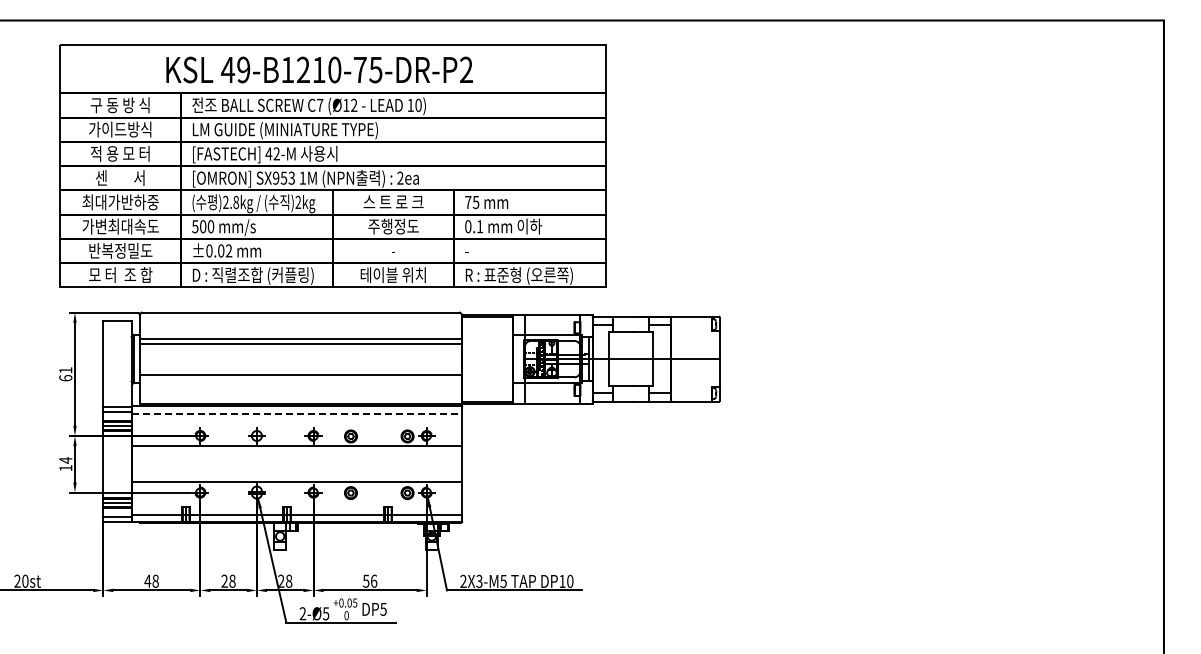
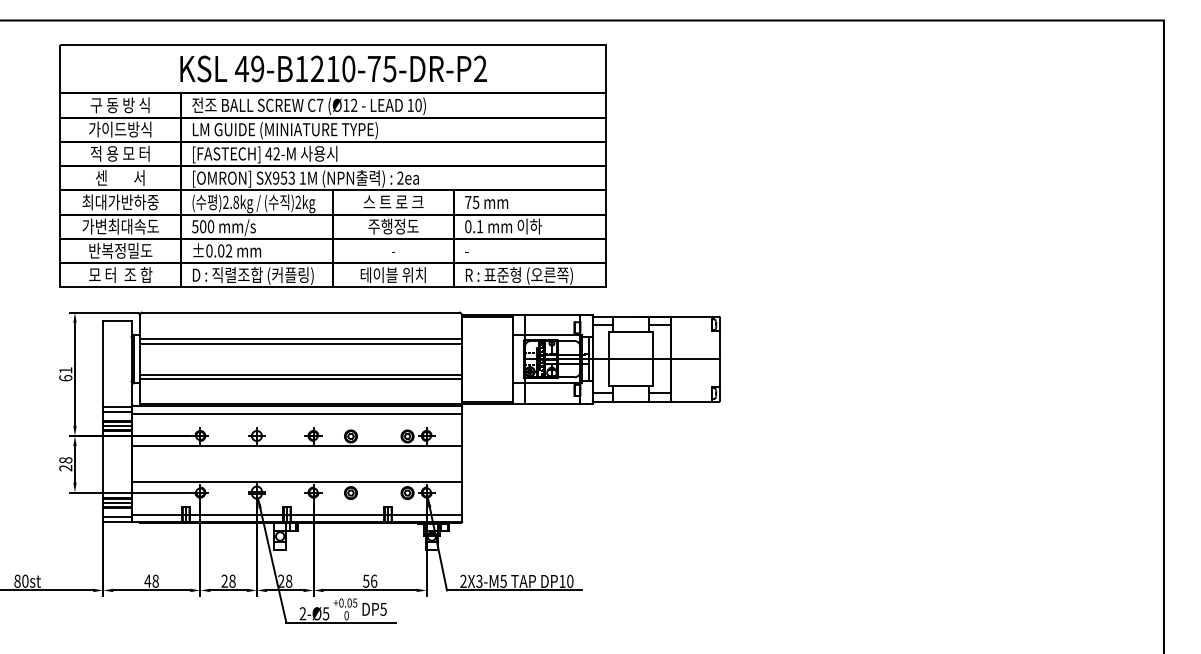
text at (319, 69) position: (319, 69) -> (333, 68)
line at (300, 379): none -> present
line at (297, 413): dashed -> solid
text at (65, 464): 14 -> 28
text at (17, 580): 20st -> 80st
